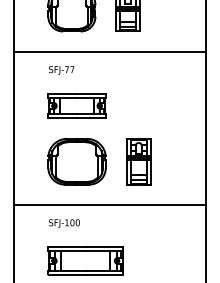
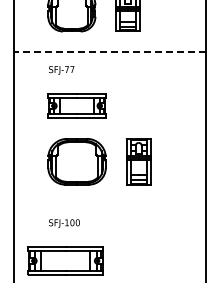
line at (109, 52): solid -> dashed
line at (109, 205): present -> none
part at (85, 260) position: (85, 260) -> (65, 260)
